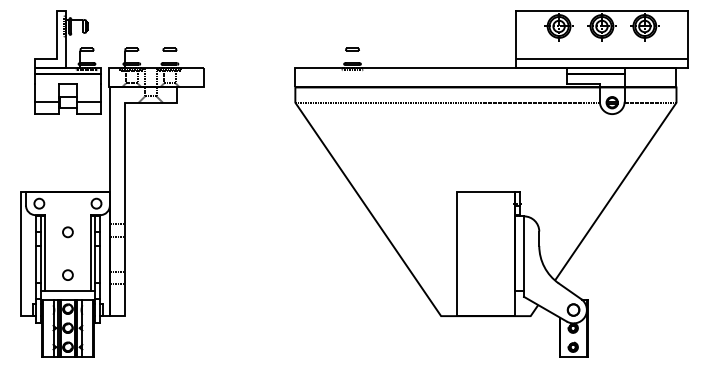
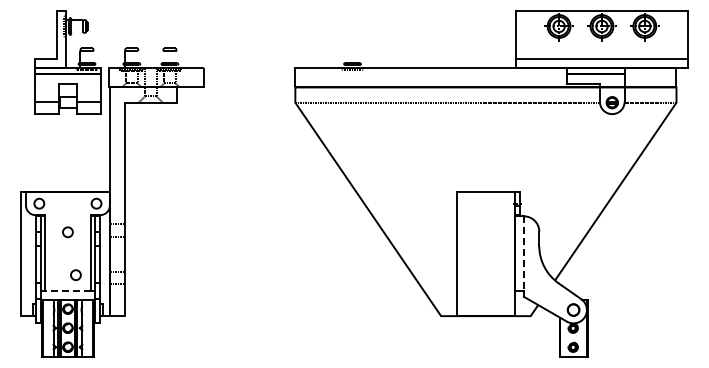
part at (352, 49): present -> none
line at (524, 253): solid -> dashed
circle at (67, 274) position: (67, 274) -> (75, 274)
line at (67, 291): solid -> dashed
